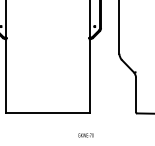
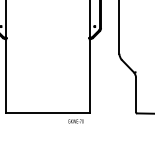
text at (85, 135) position: (85, 135) -> (75, 121)
